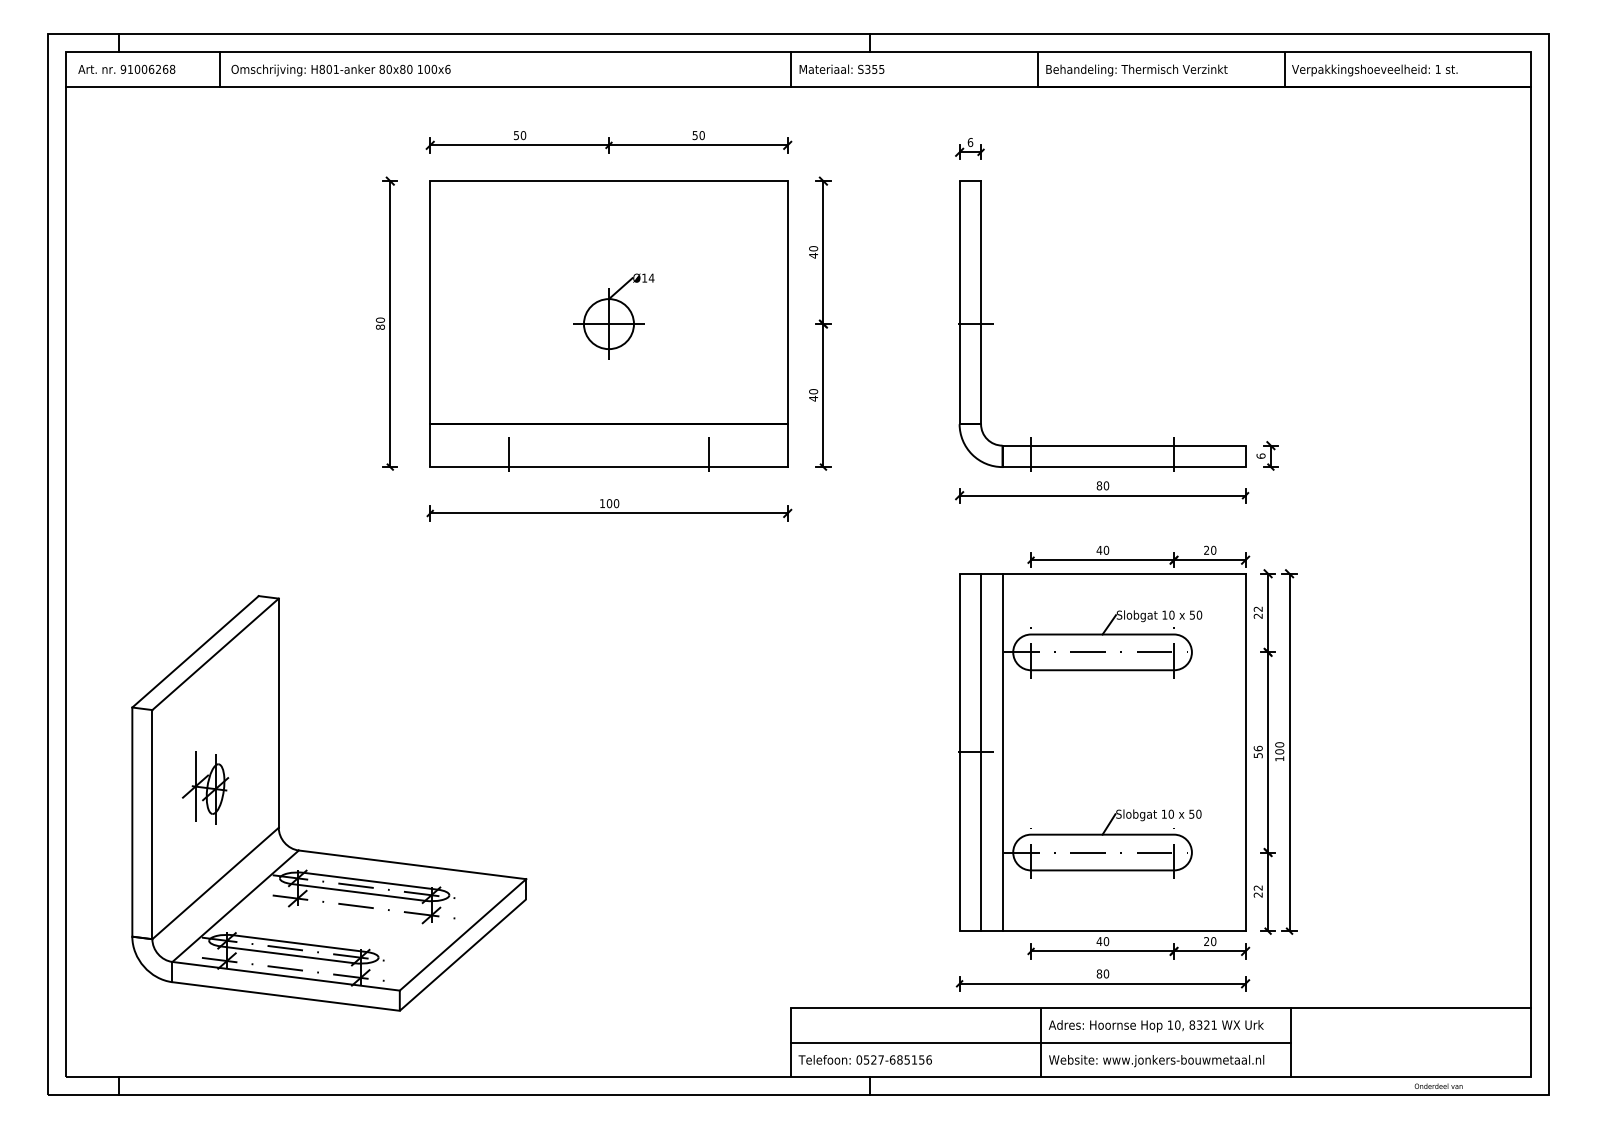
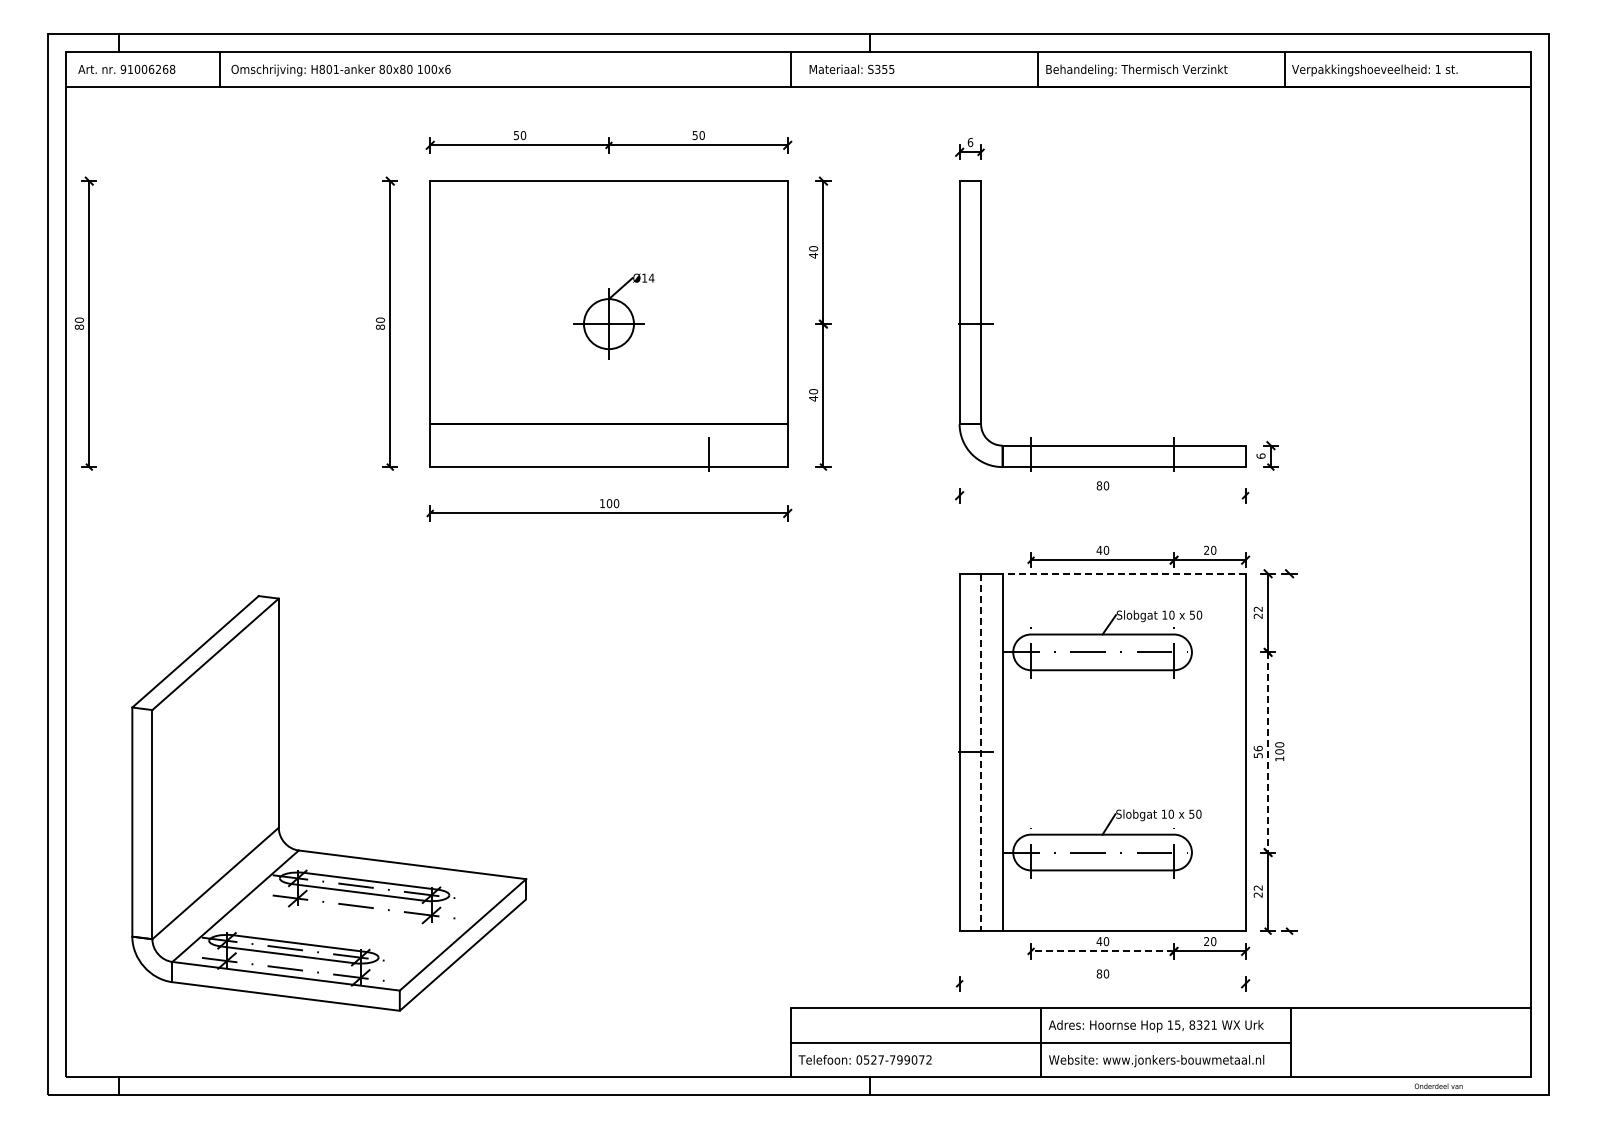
text at (841, 68) position: (841, 68) -> (851, 68)
part at (85, 323): none -> present
line at (508, 456): present -> none
line at (1102, 495): present -> none
line at (1124, 573): solid -> dashed
line at (981, 752): solid -> dashed
line at (1268, 752): solid -> dashed
line at (1289, 752): present -> none
part at (205, 787): present -> none
line at (1102, 951): solid -> dashed
line at (1102, 983): present -> none
text at (1177, 1024): 10, -> 15,
text at (910, 1059): 0527-685156 -> 0527-799072
